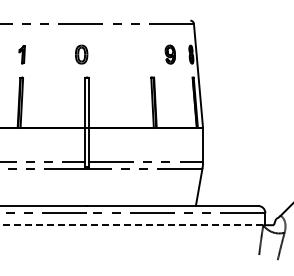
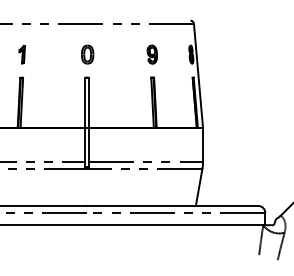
part at (81, 54) position: (81, 54) -> (87, 54)
part at (169, 54) position: (169, 54) -> (151, 54)
line at (131, 225): dashed -> solid
